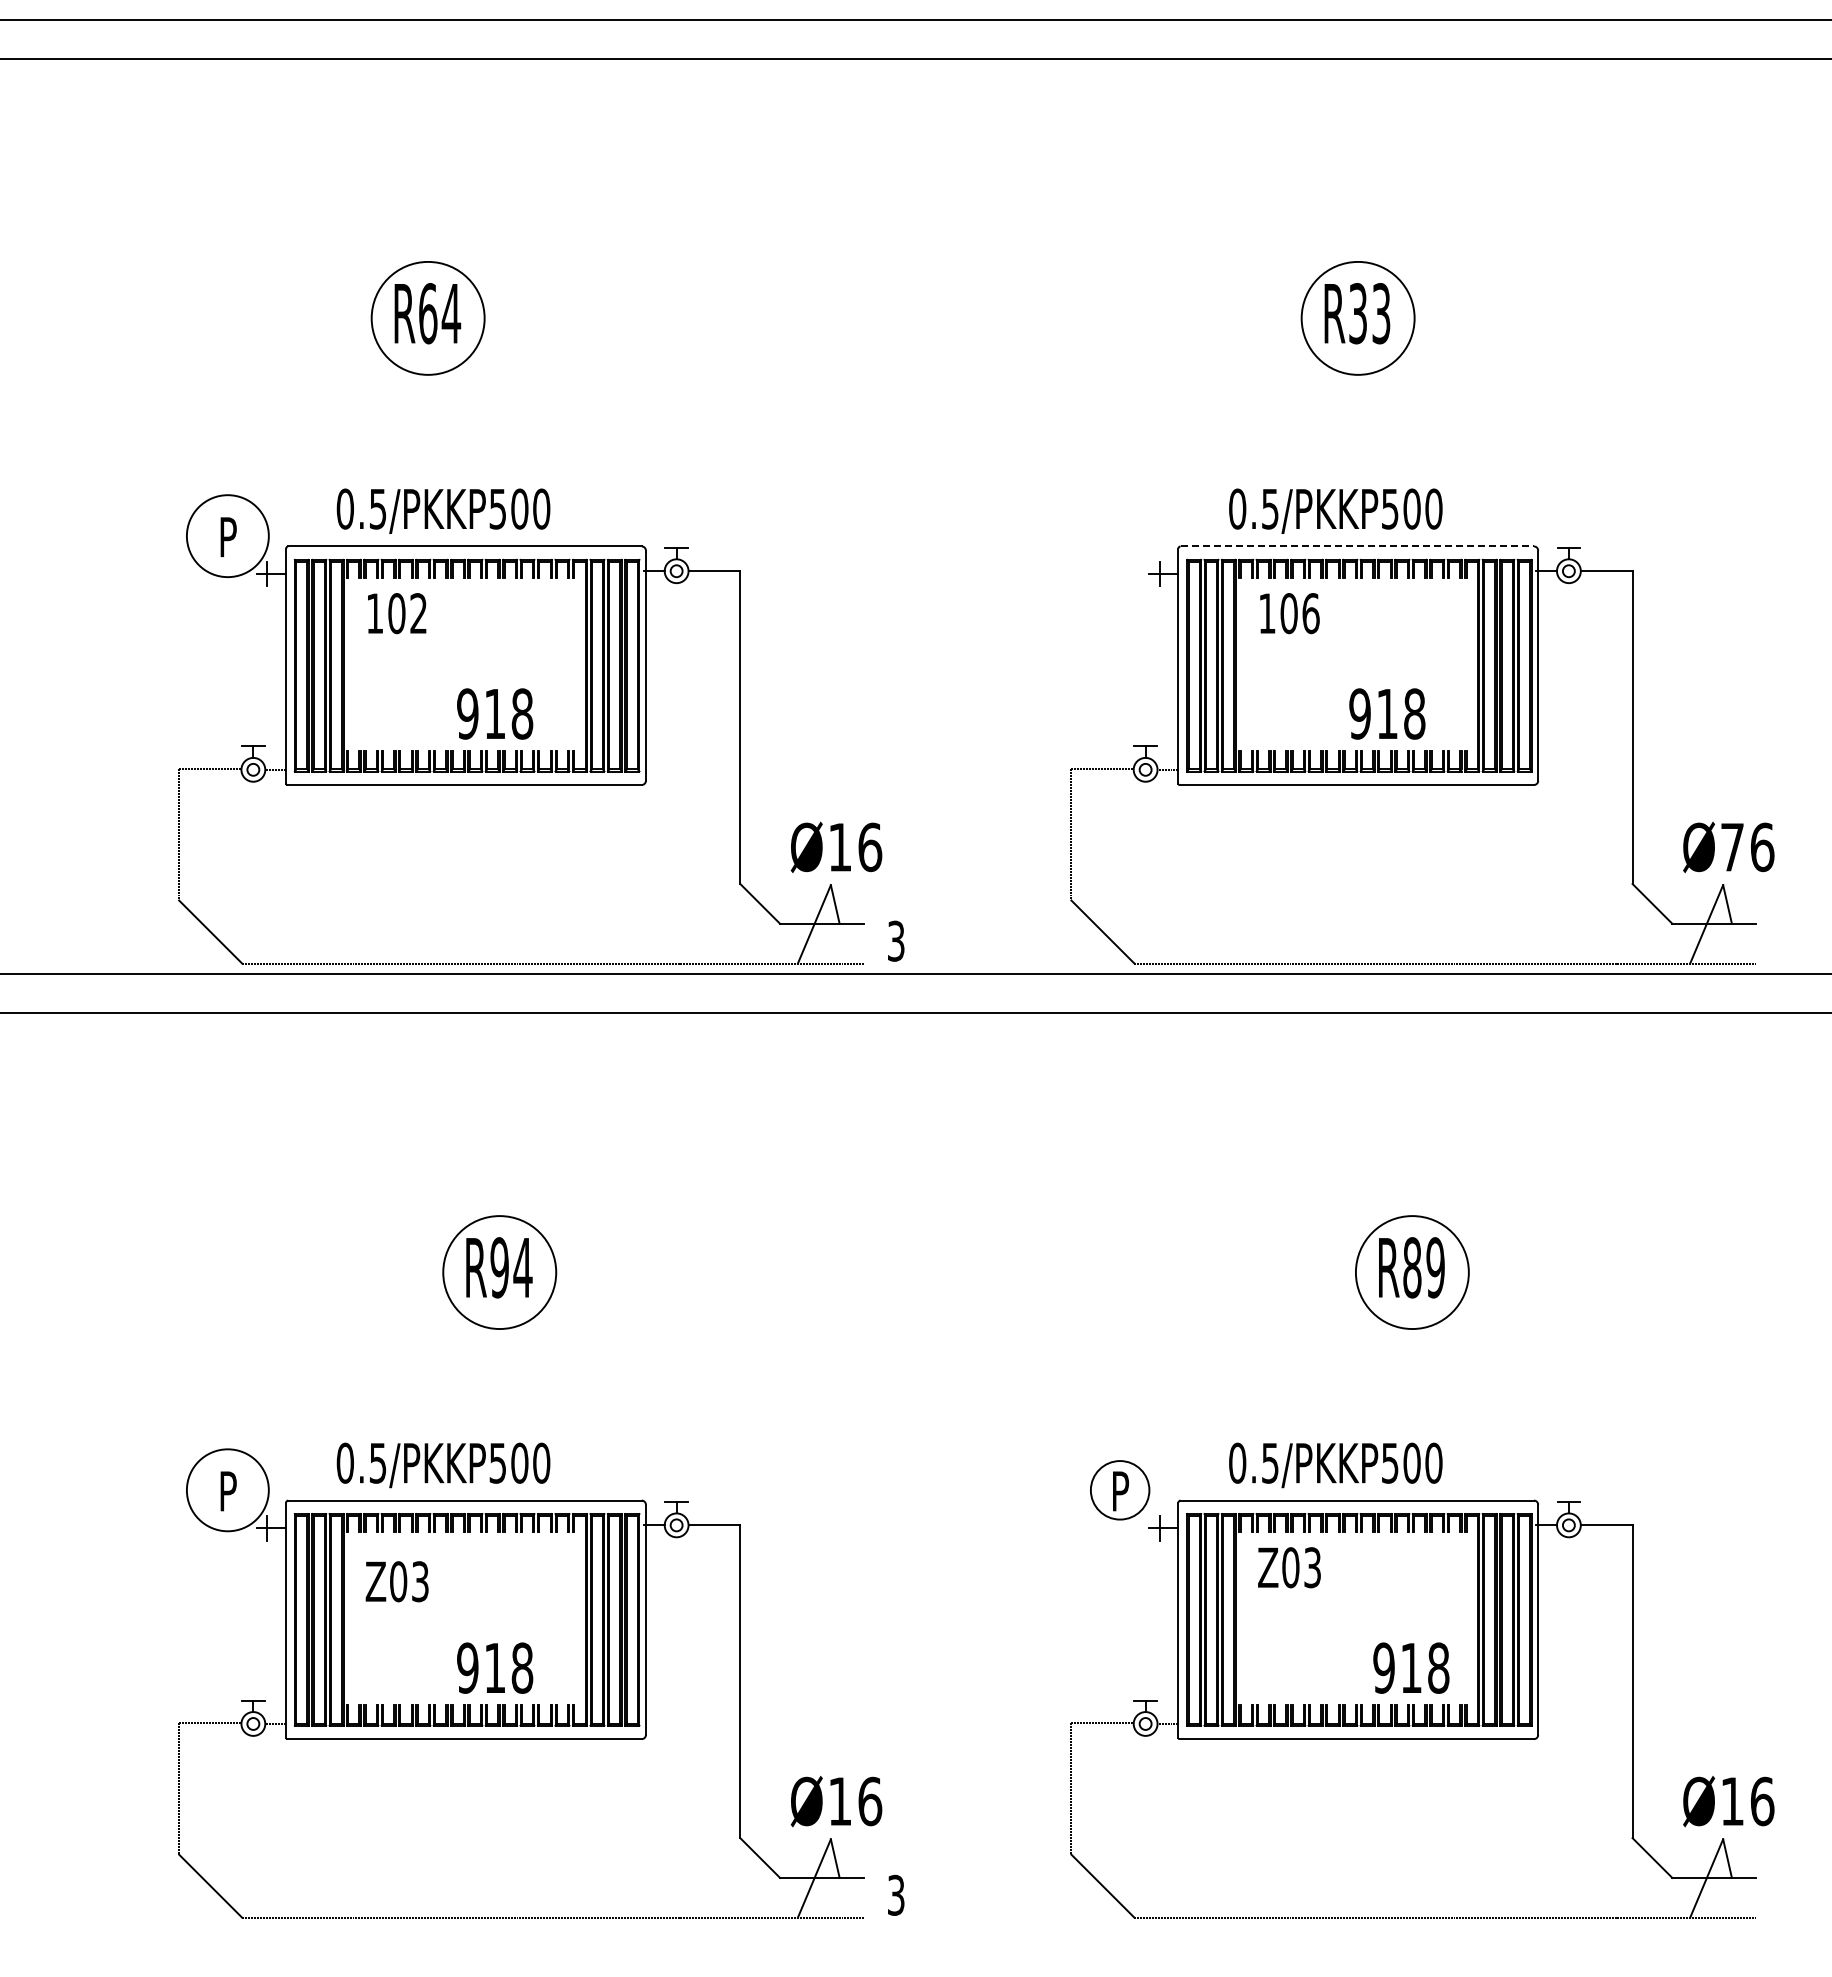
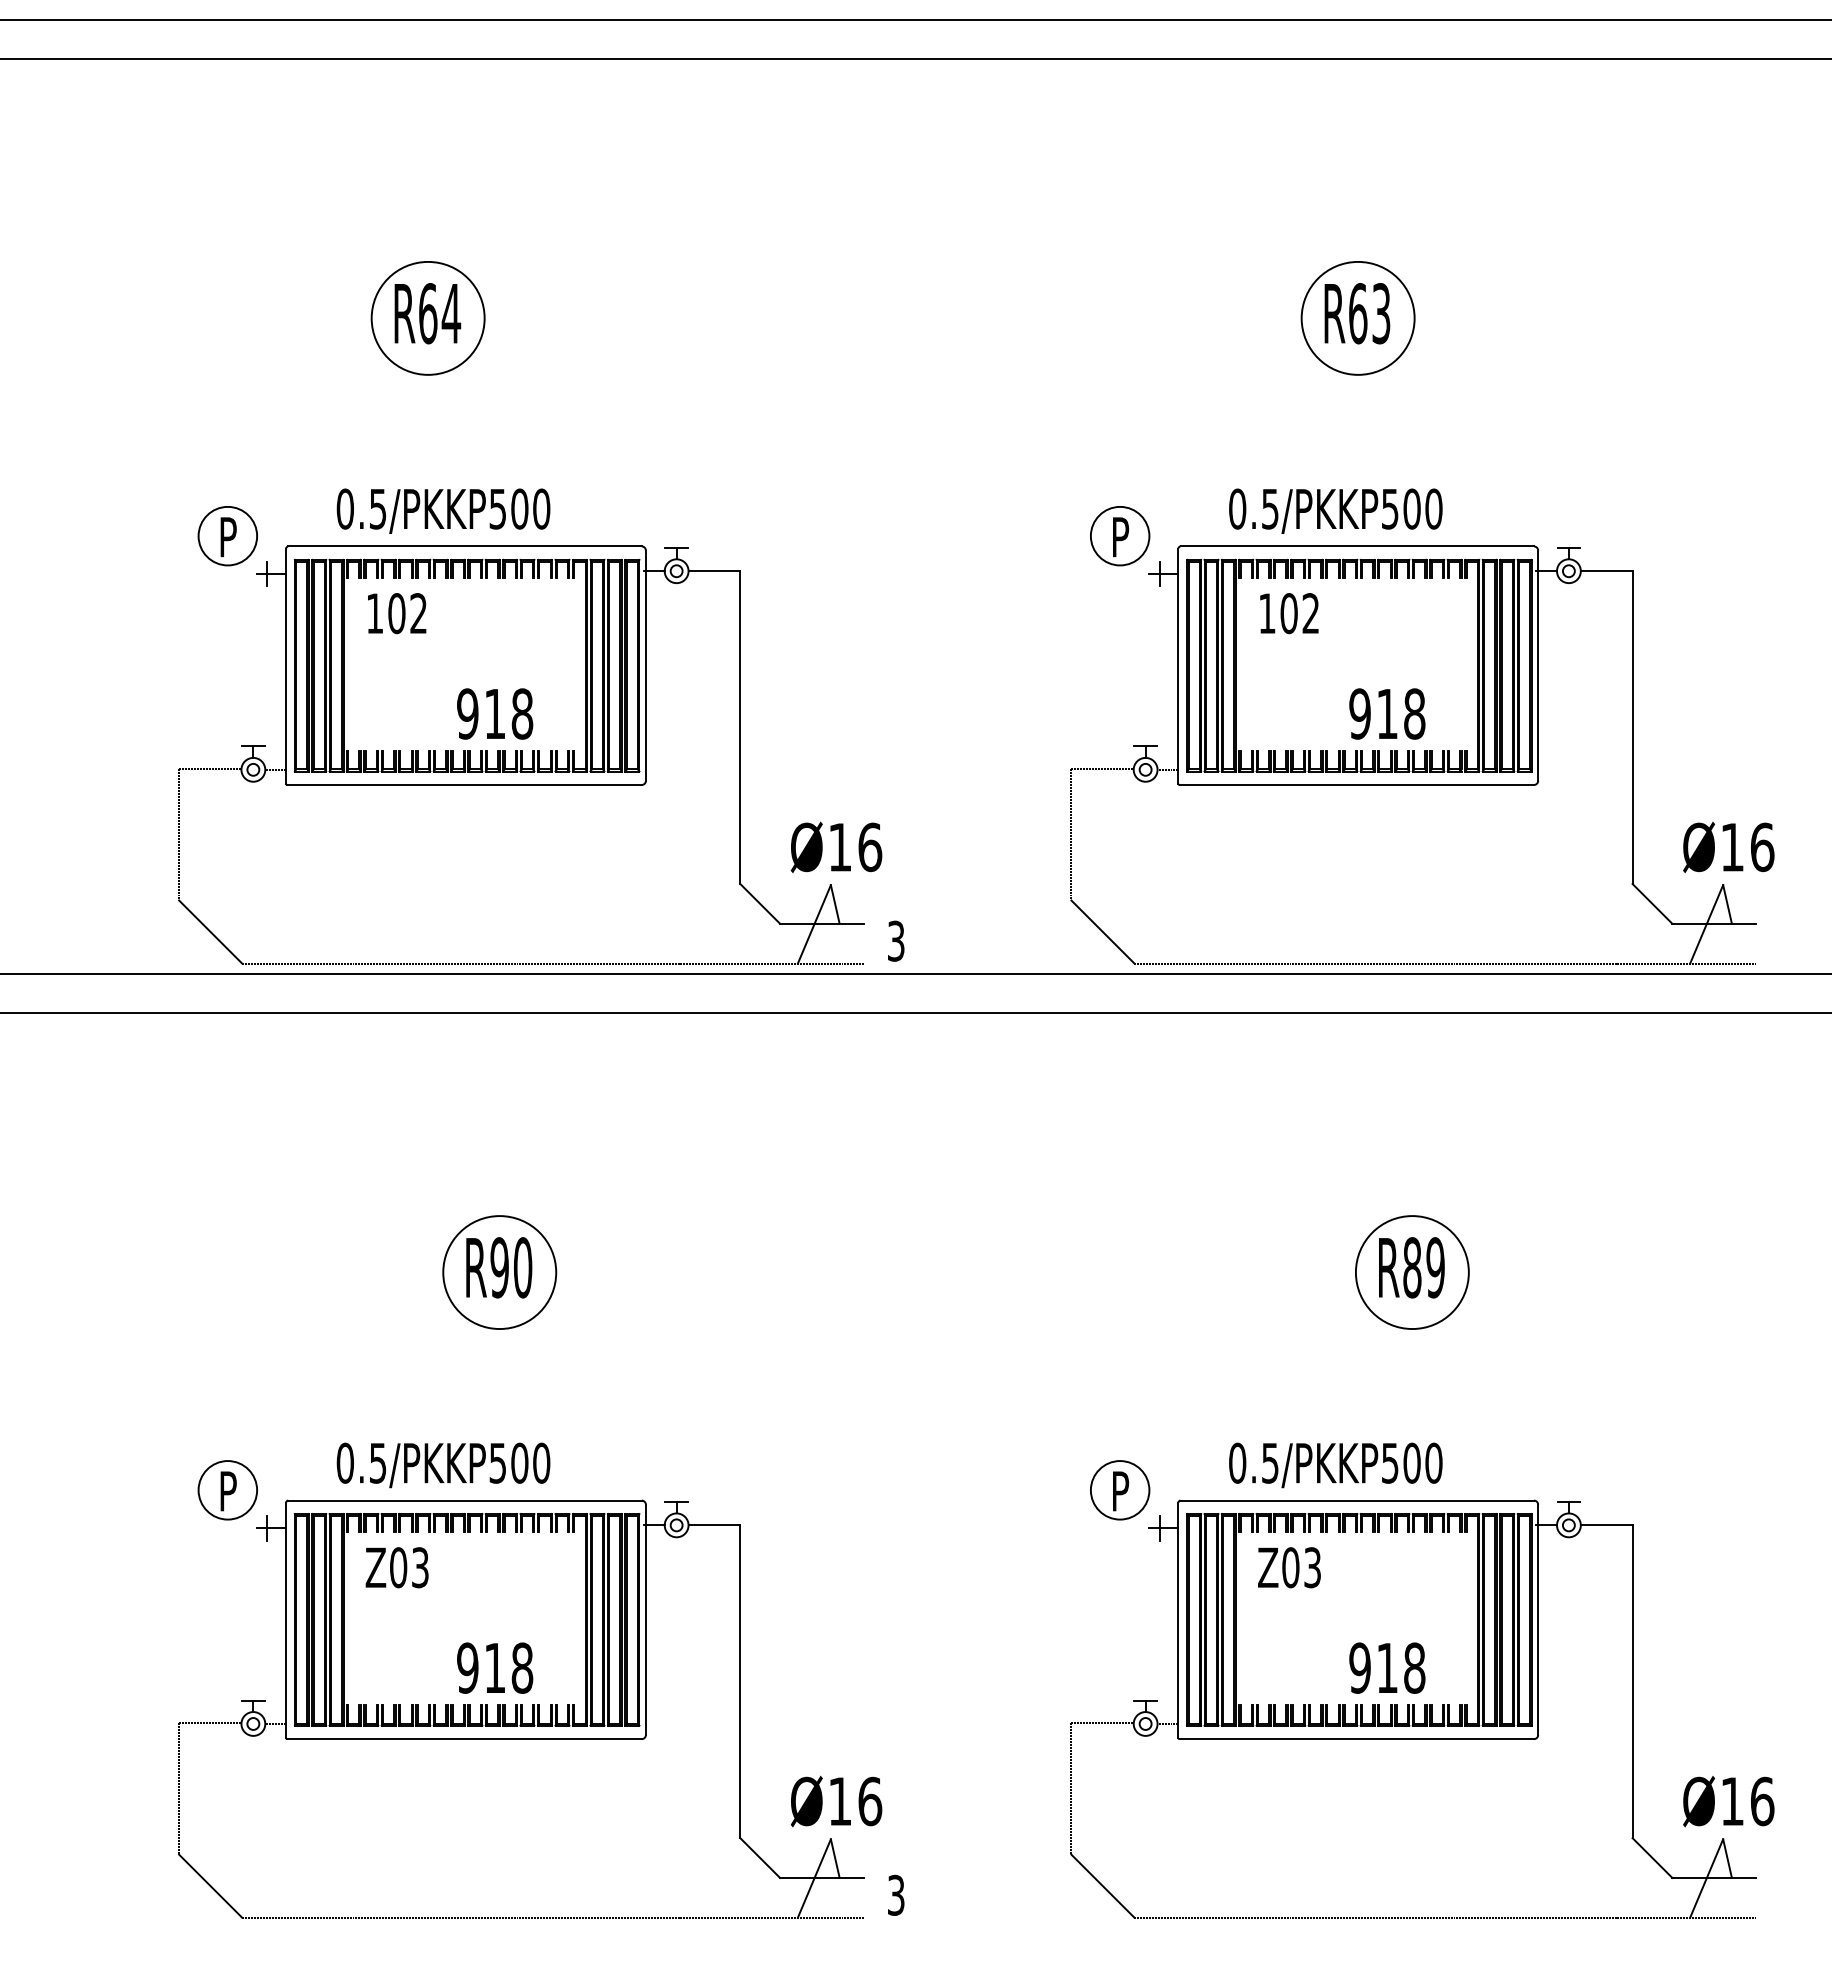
text at (1358, 313): R33 -> R63
circle at (227, 536) diameter: 82 px -> 59 px
part at (1120, 536): none -> present
line at (1357, 546): dashed -> solid
text at (1310, 613): 106 -> 102
text at (1732, 847): Ø76 -> Ø16
text at (522, 1267): R94 -> R90
circle at (227, 1490) diameter: 82 px -> 59 px
text at (396, 1581) position: (396, 1581) -> (396, 1567)
text at (1411, 1667) position: (1411, 1667) -> (1387, 1667)
